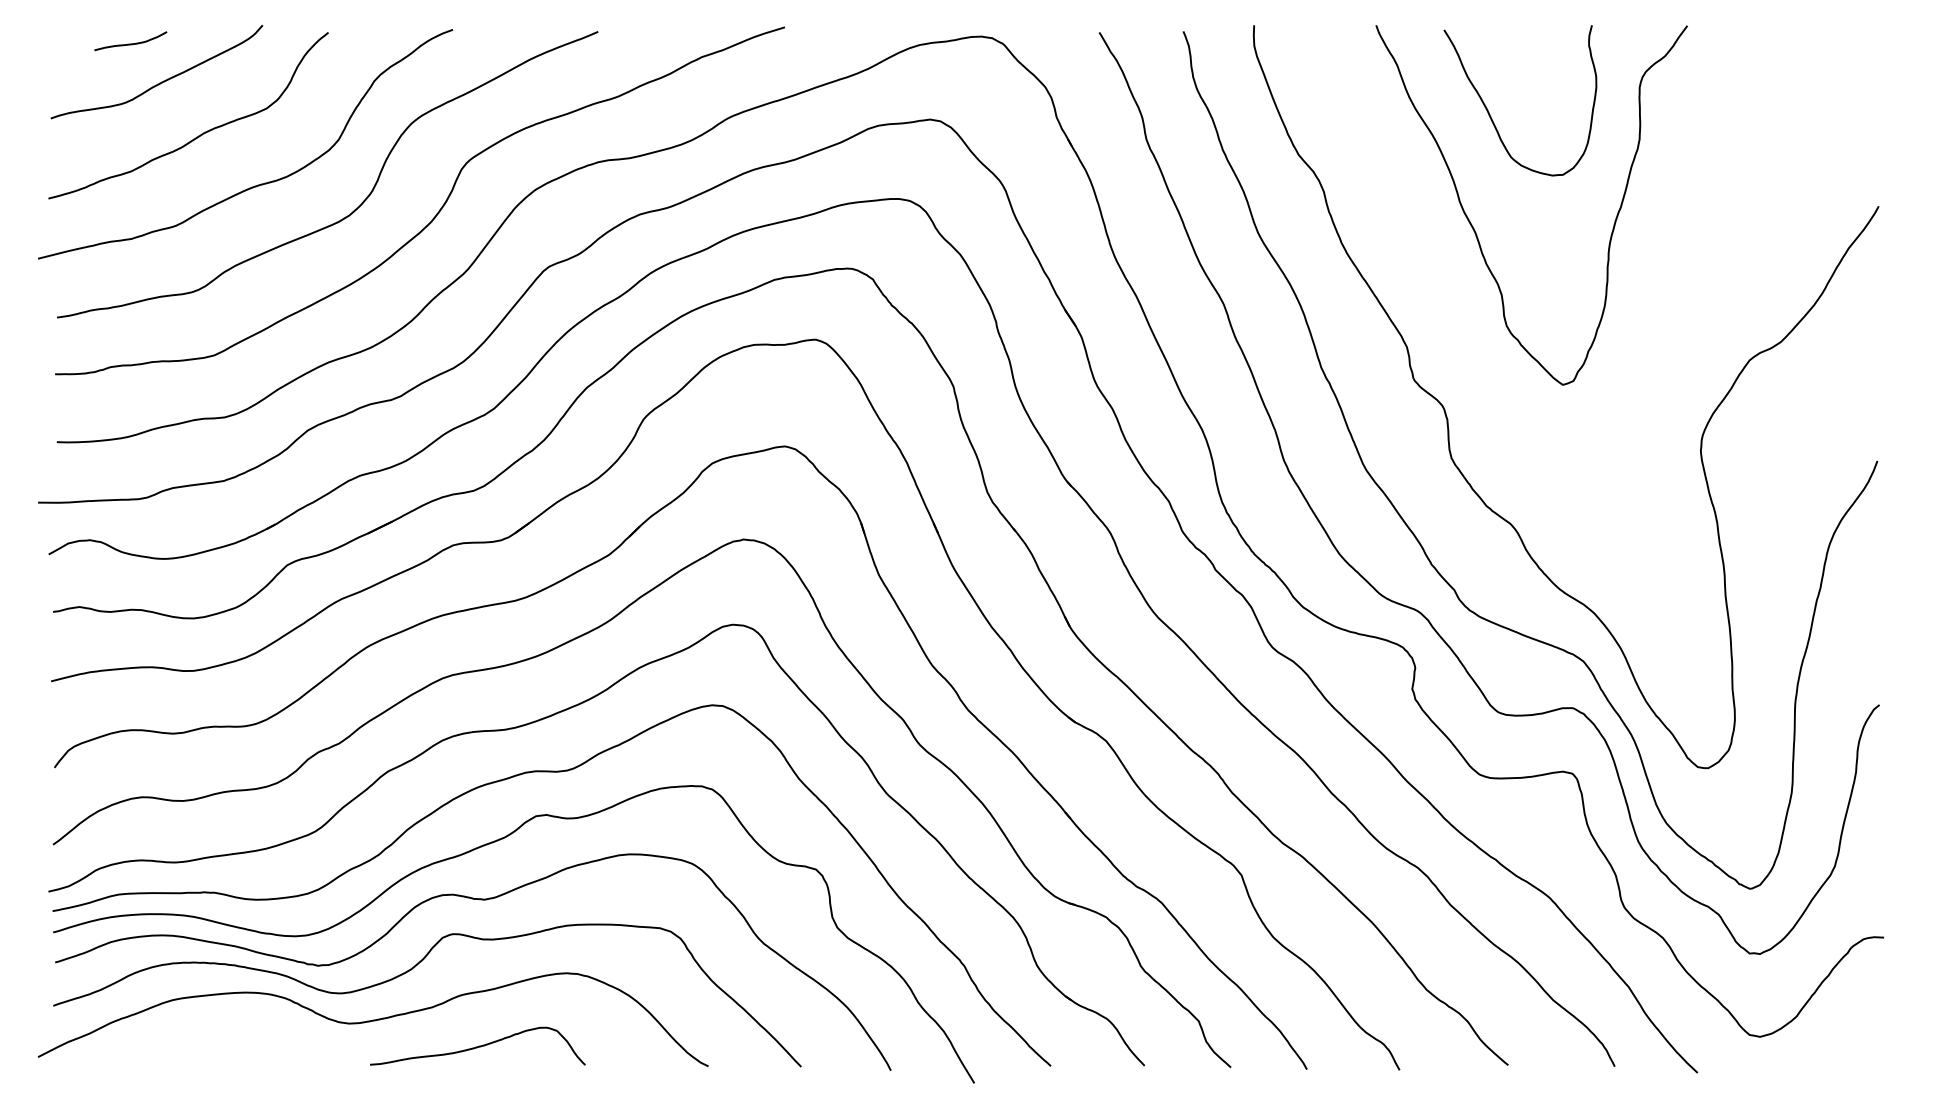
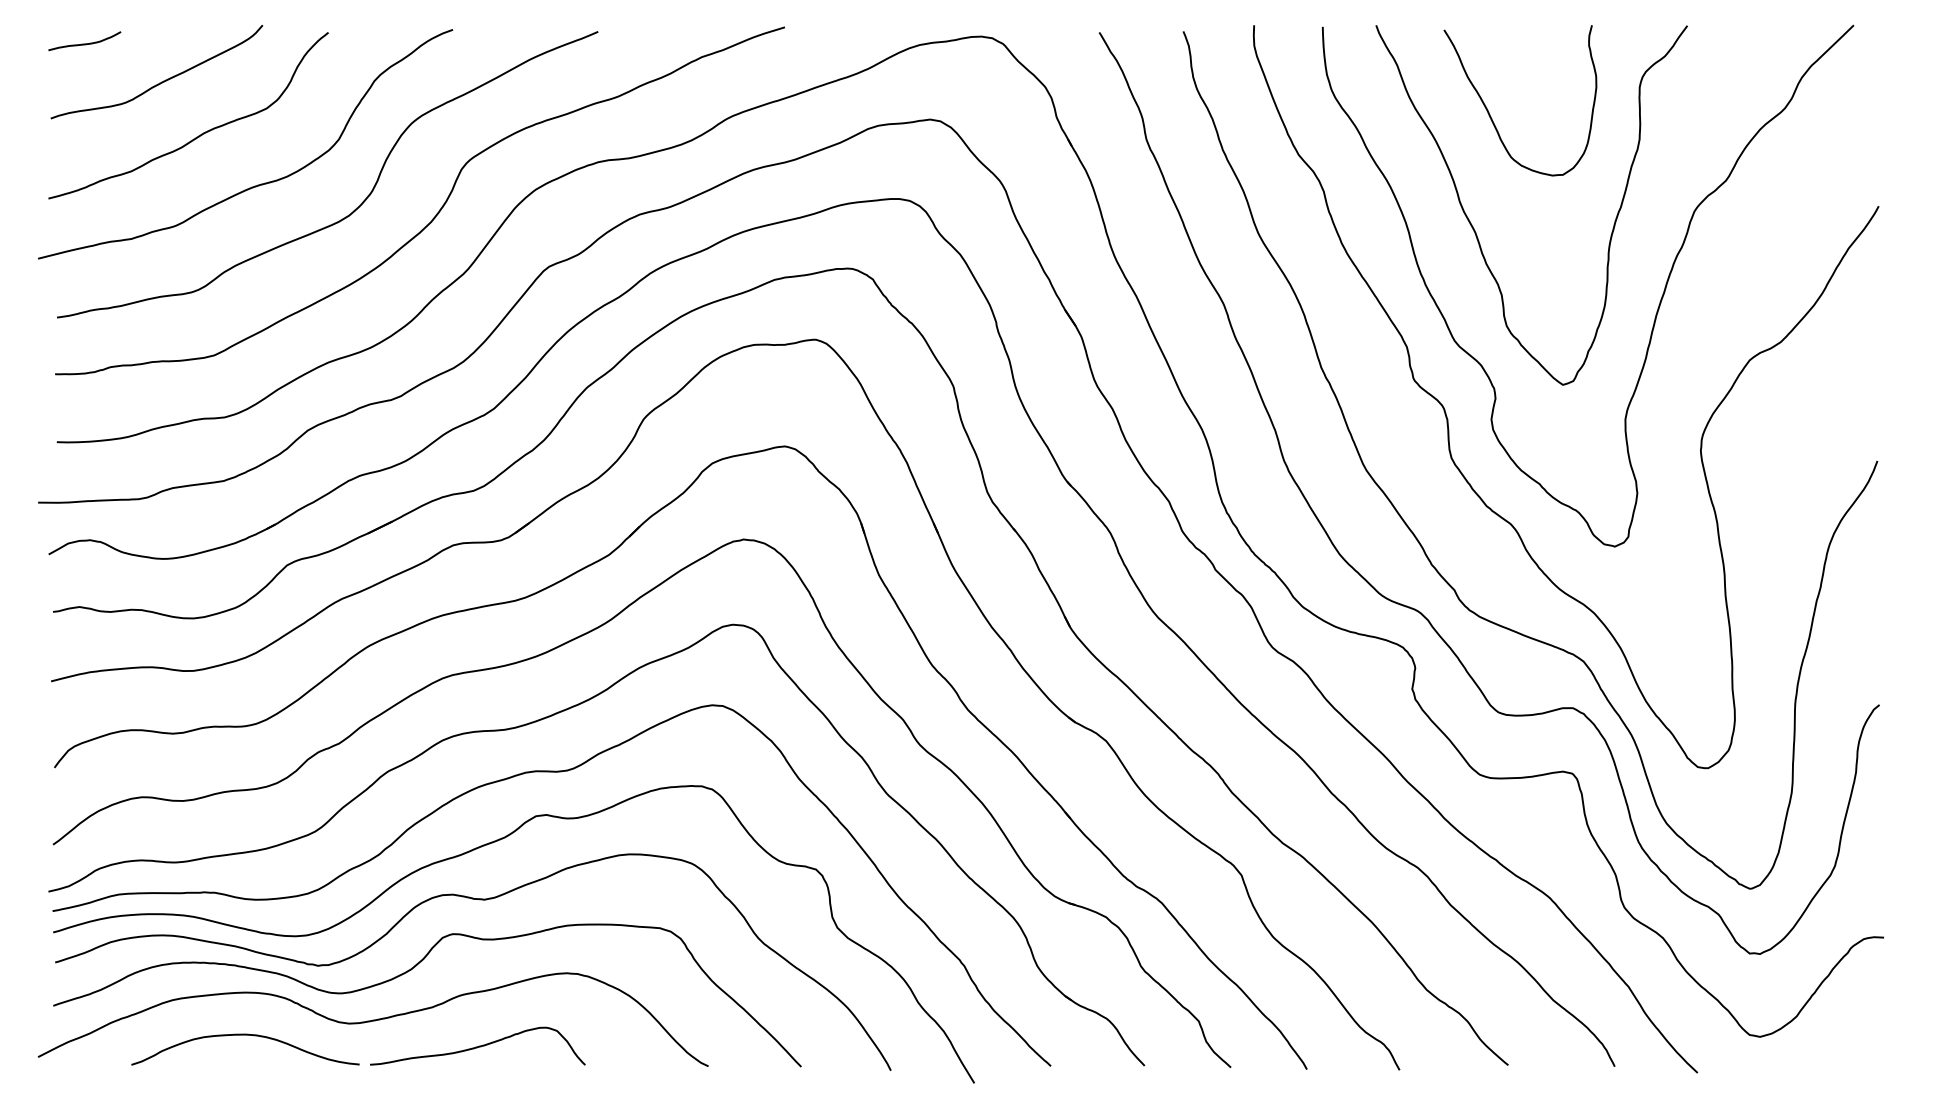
curve at (130, 43) position: (130, 43) -> (84, 43)
curve at (1657, 308): none -> present
curve at (245, 1035): none -> present
